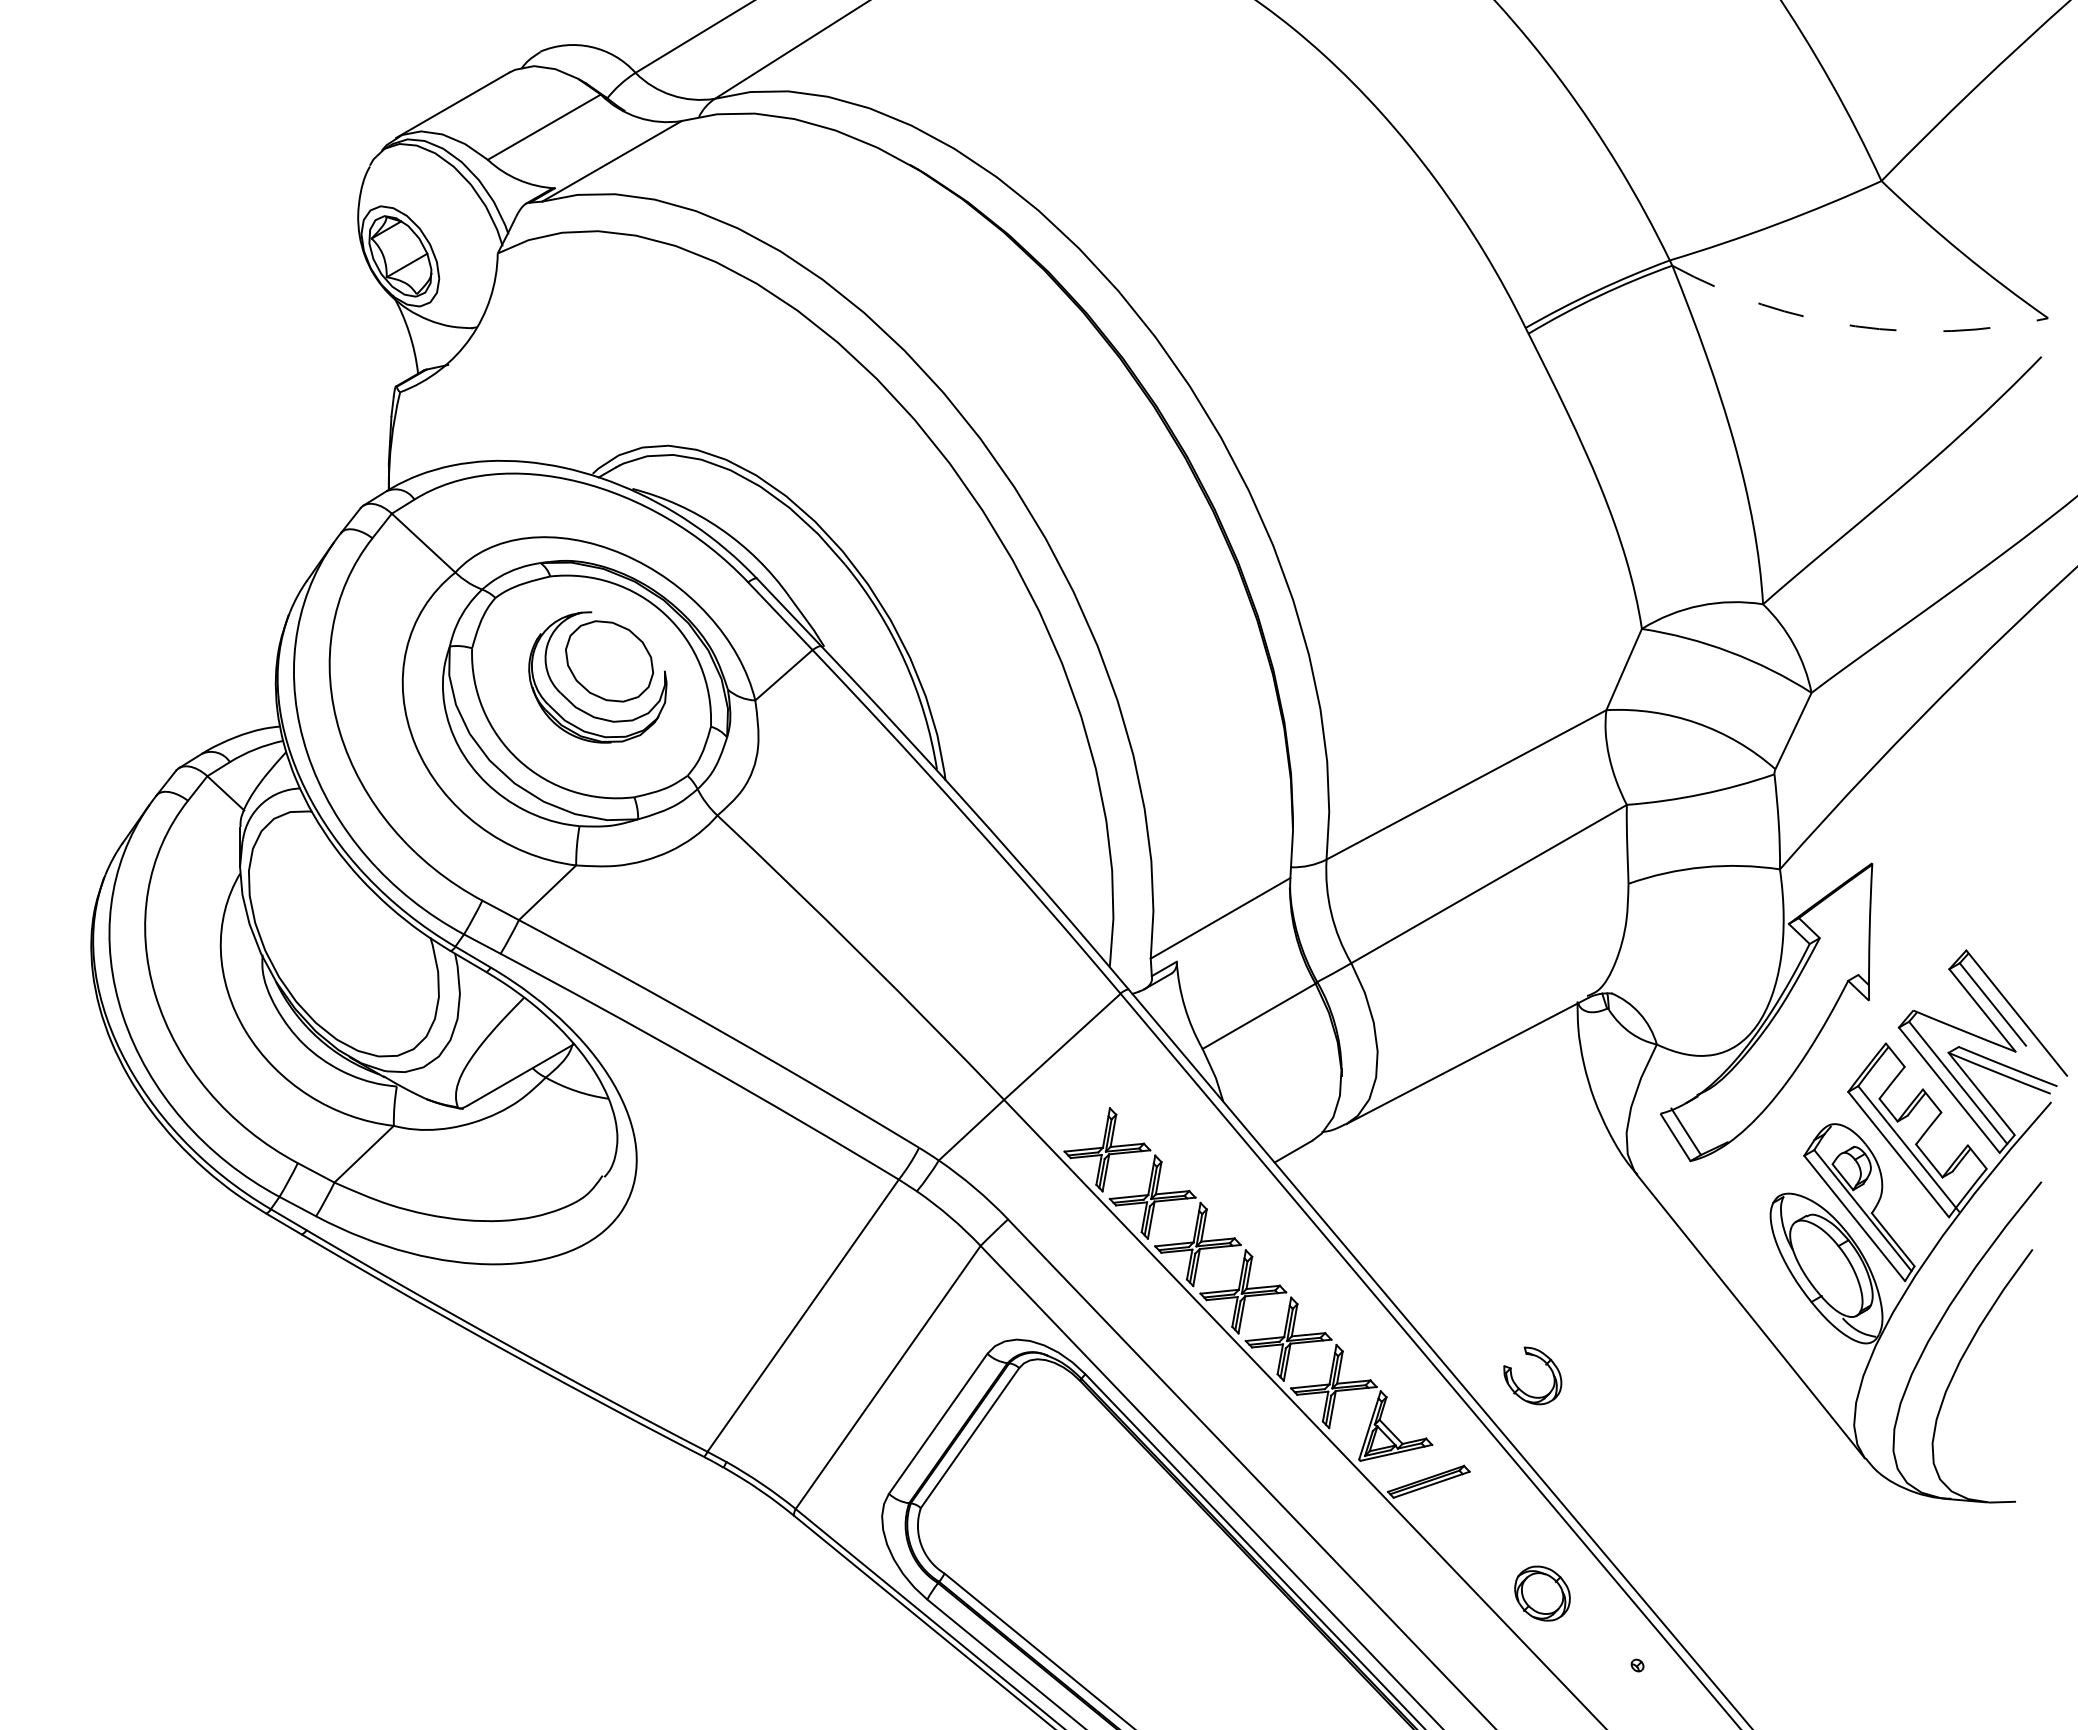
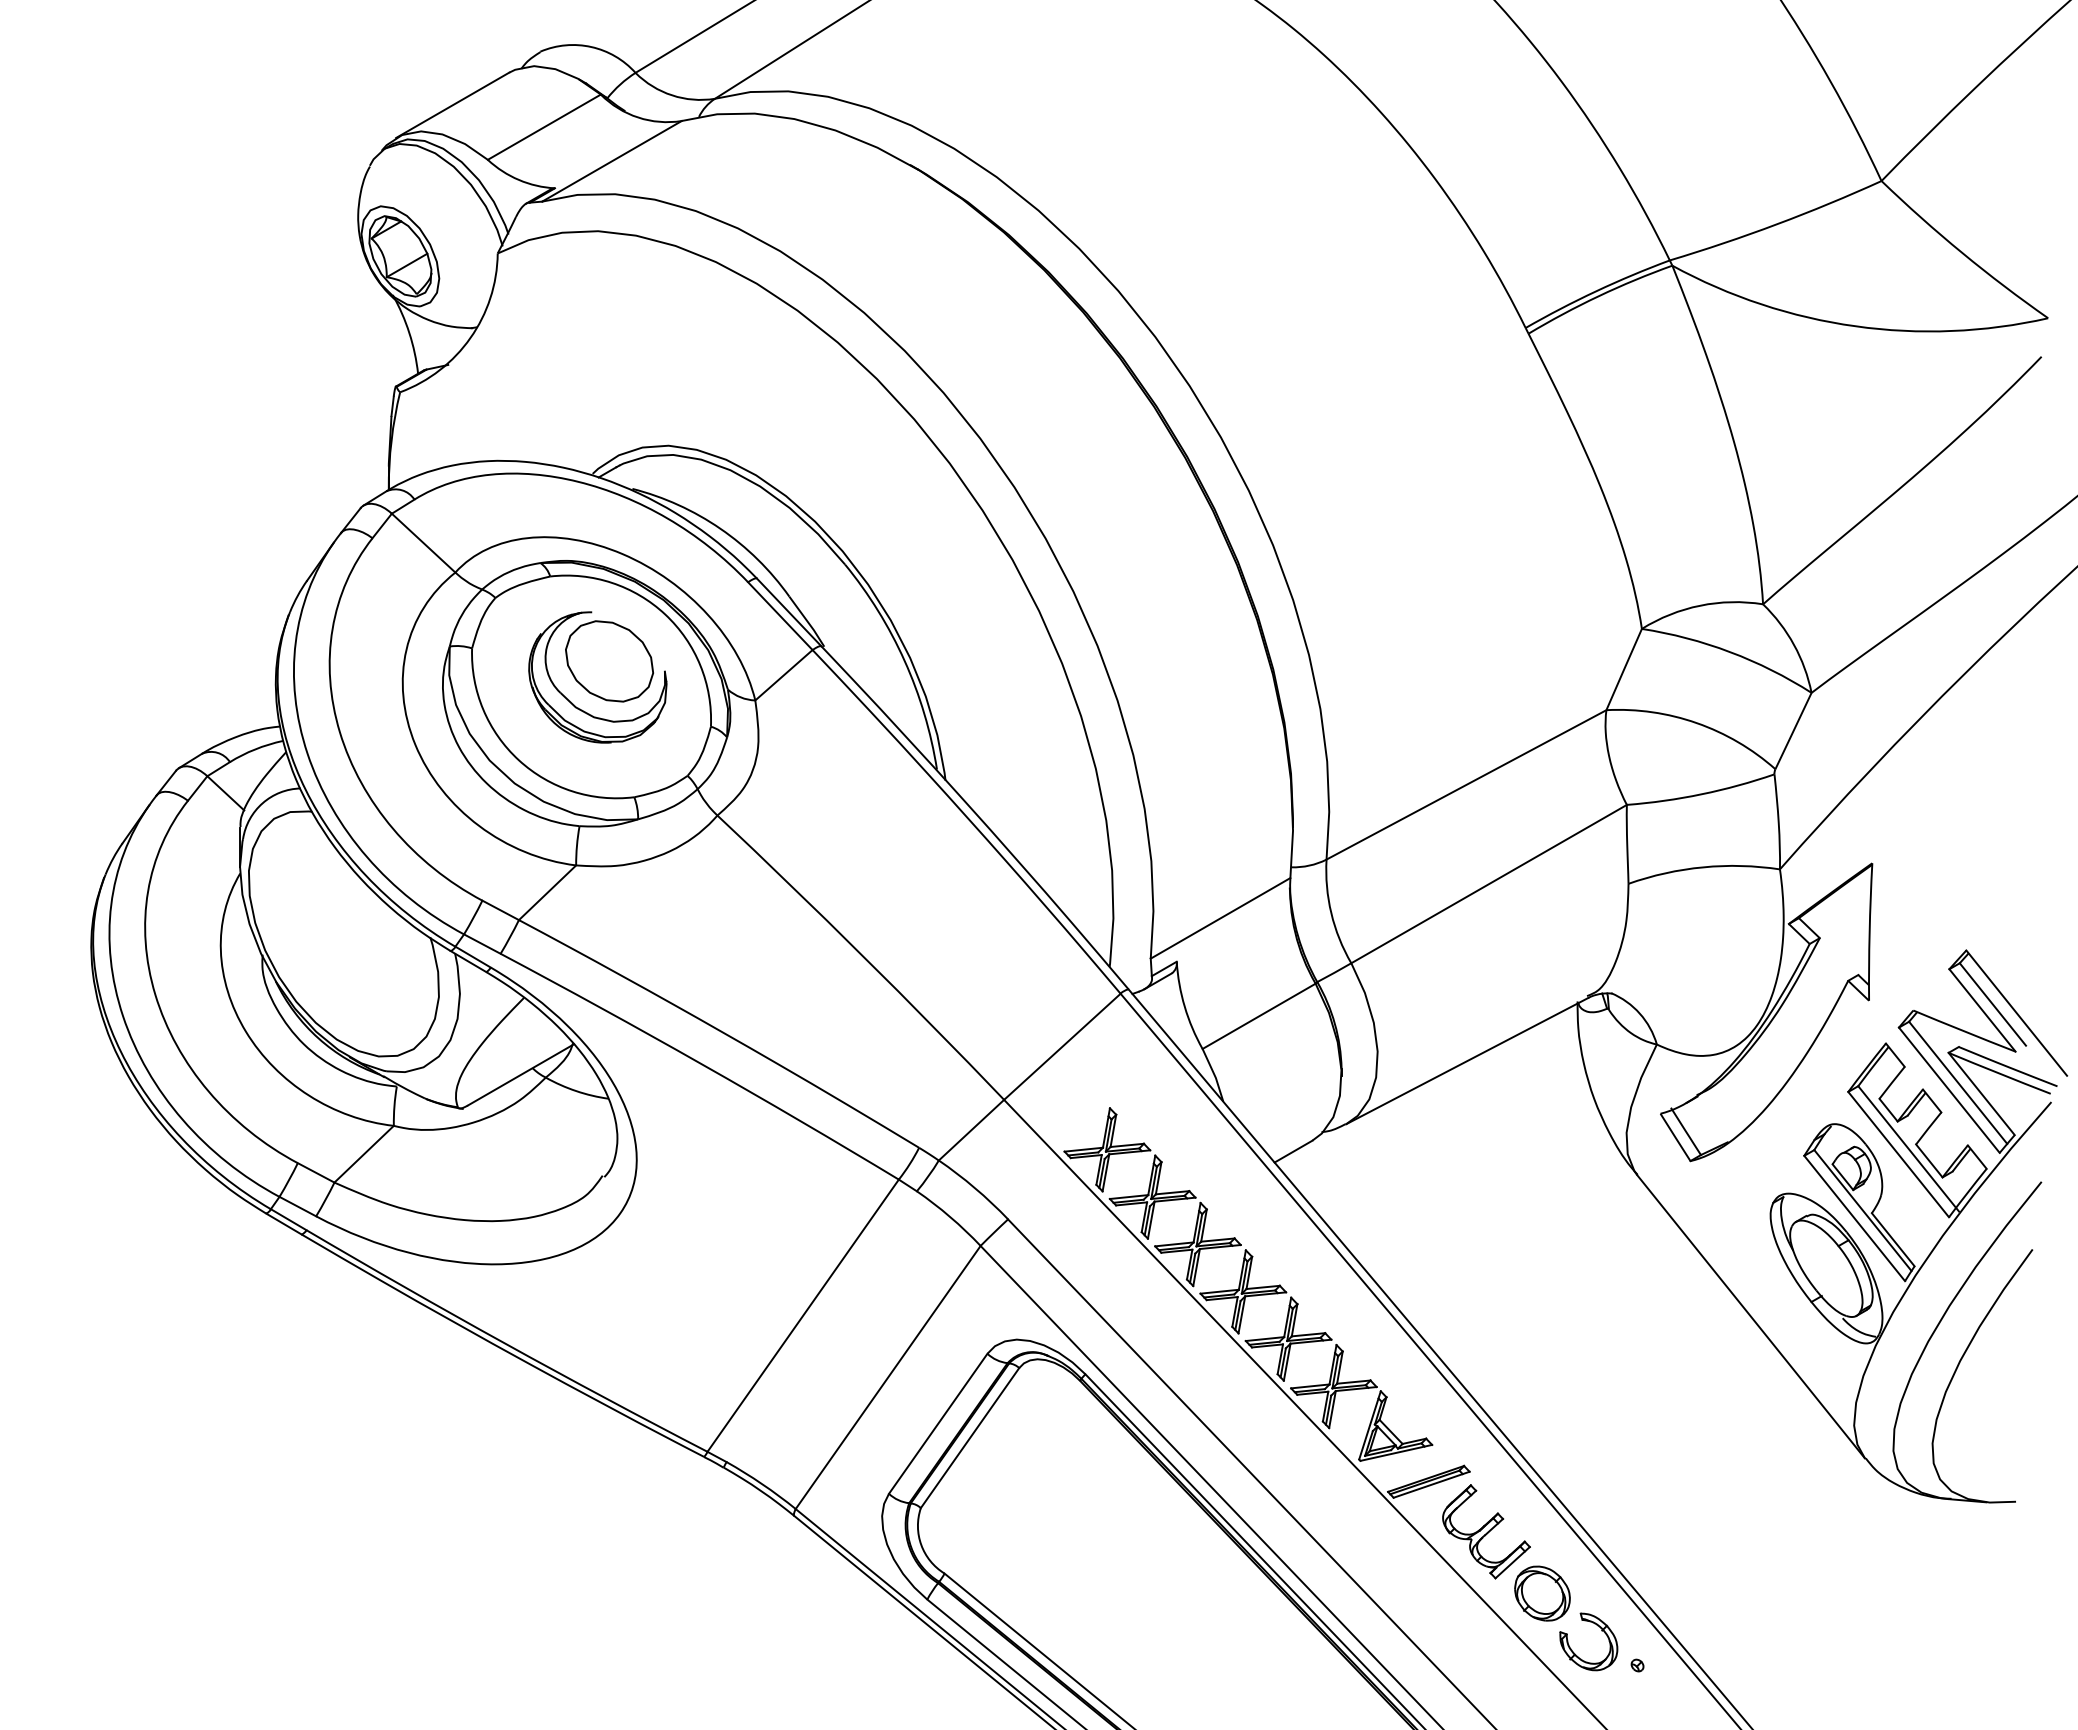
arc at (1855, 326): dashed -> solid
part at (1545, 1365) position: (1545, 1365) -> (1601, 1631)
part at (1486, 1531): none -> present
